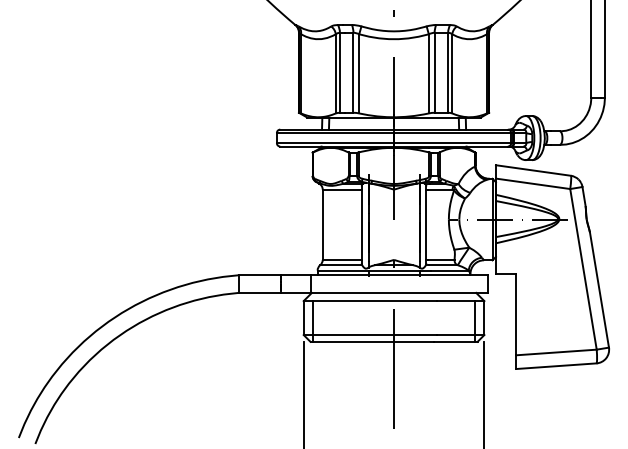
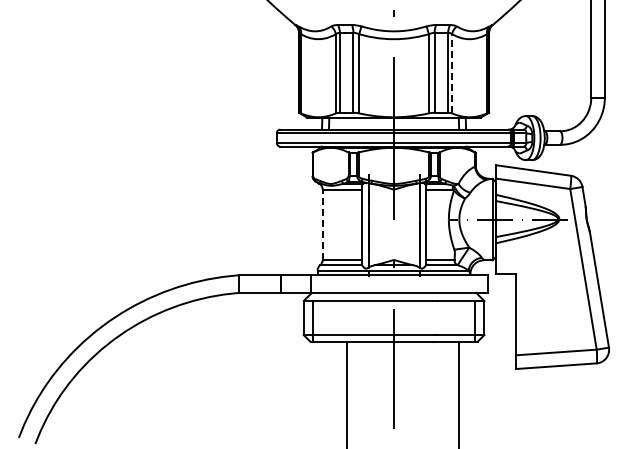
line at (452, 73): solid -> dashed
line at (322, 224): solid -> dashed
line at (303, 393) position: (303, 393) -> (346, 393)
line at (484, 393) position: (484, 393) -> (459, 393)
